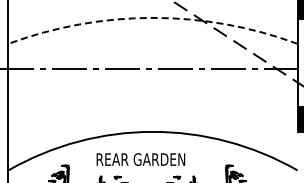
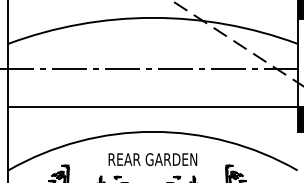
arc at (152, 17): dashed -> solid
line at (152, 106): none -> present
text at (140, 159) position: (140, 159) -> (152, 159)
